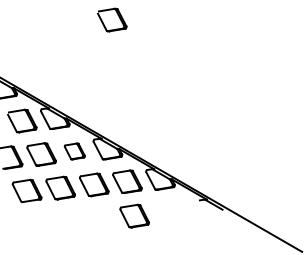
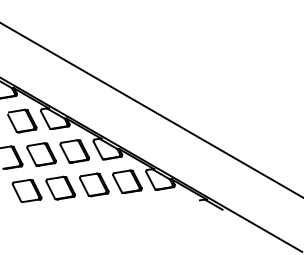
part at (112, 19): present -> none
line at (151, 109): none -> present
part at (74, 151) size: 23x19 px -> 32x25 px
part at (134, 215): present -> none
